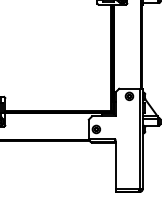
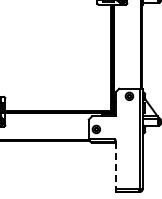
line at (115, 166): solid -> dashed
